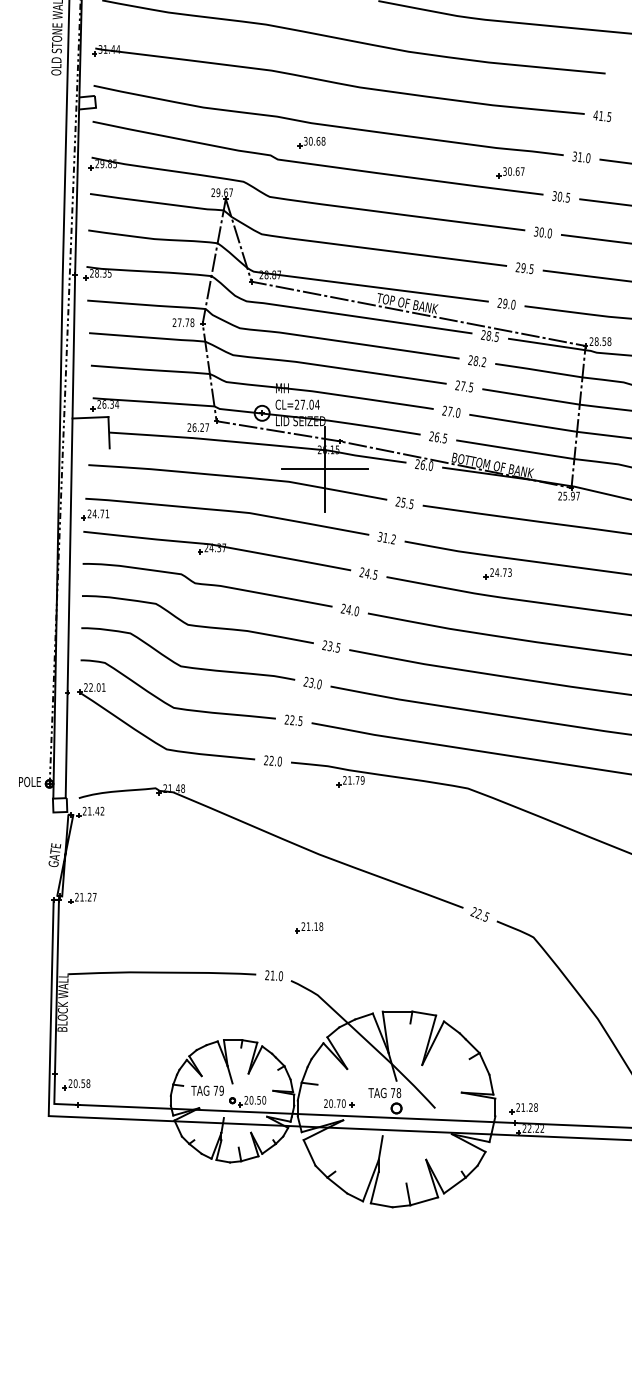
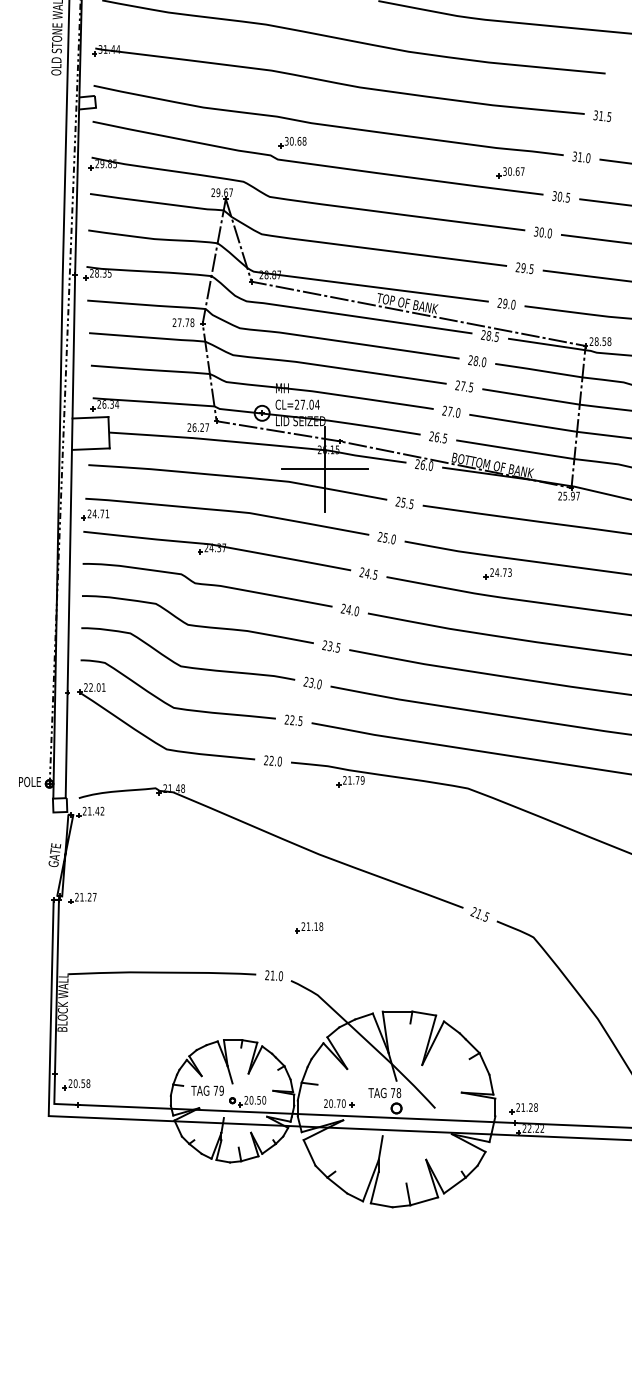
text at (595, 115): 41.5 -> 31.5
part at (311, 142) position: (311, 142) -> (292, 142)
text at (483, 362): 28.2 -> 28.0
line at (90, 448): none -> present
text at (386, 538): 31.2 -> 25.0
text at (478, 913): 22.5 -> 21.5
